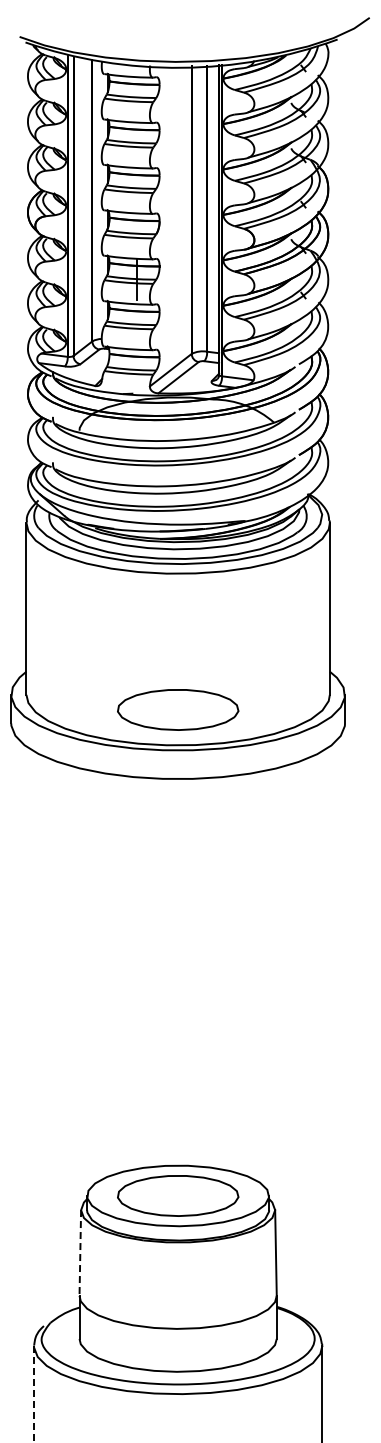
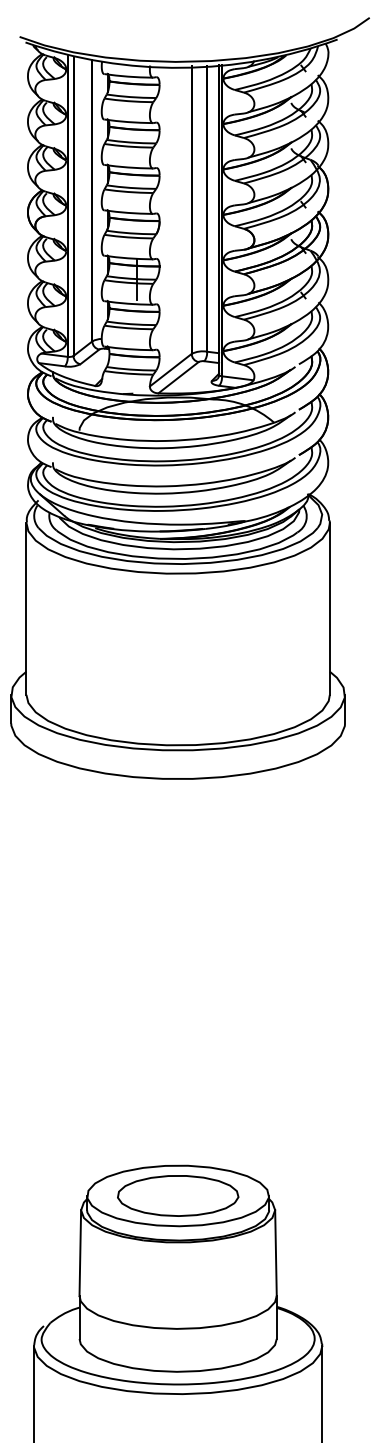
part at (178, 709): present -> none
line at (80, 1252): dashed -> solid
line at (34, 1394): dashed -> solid
